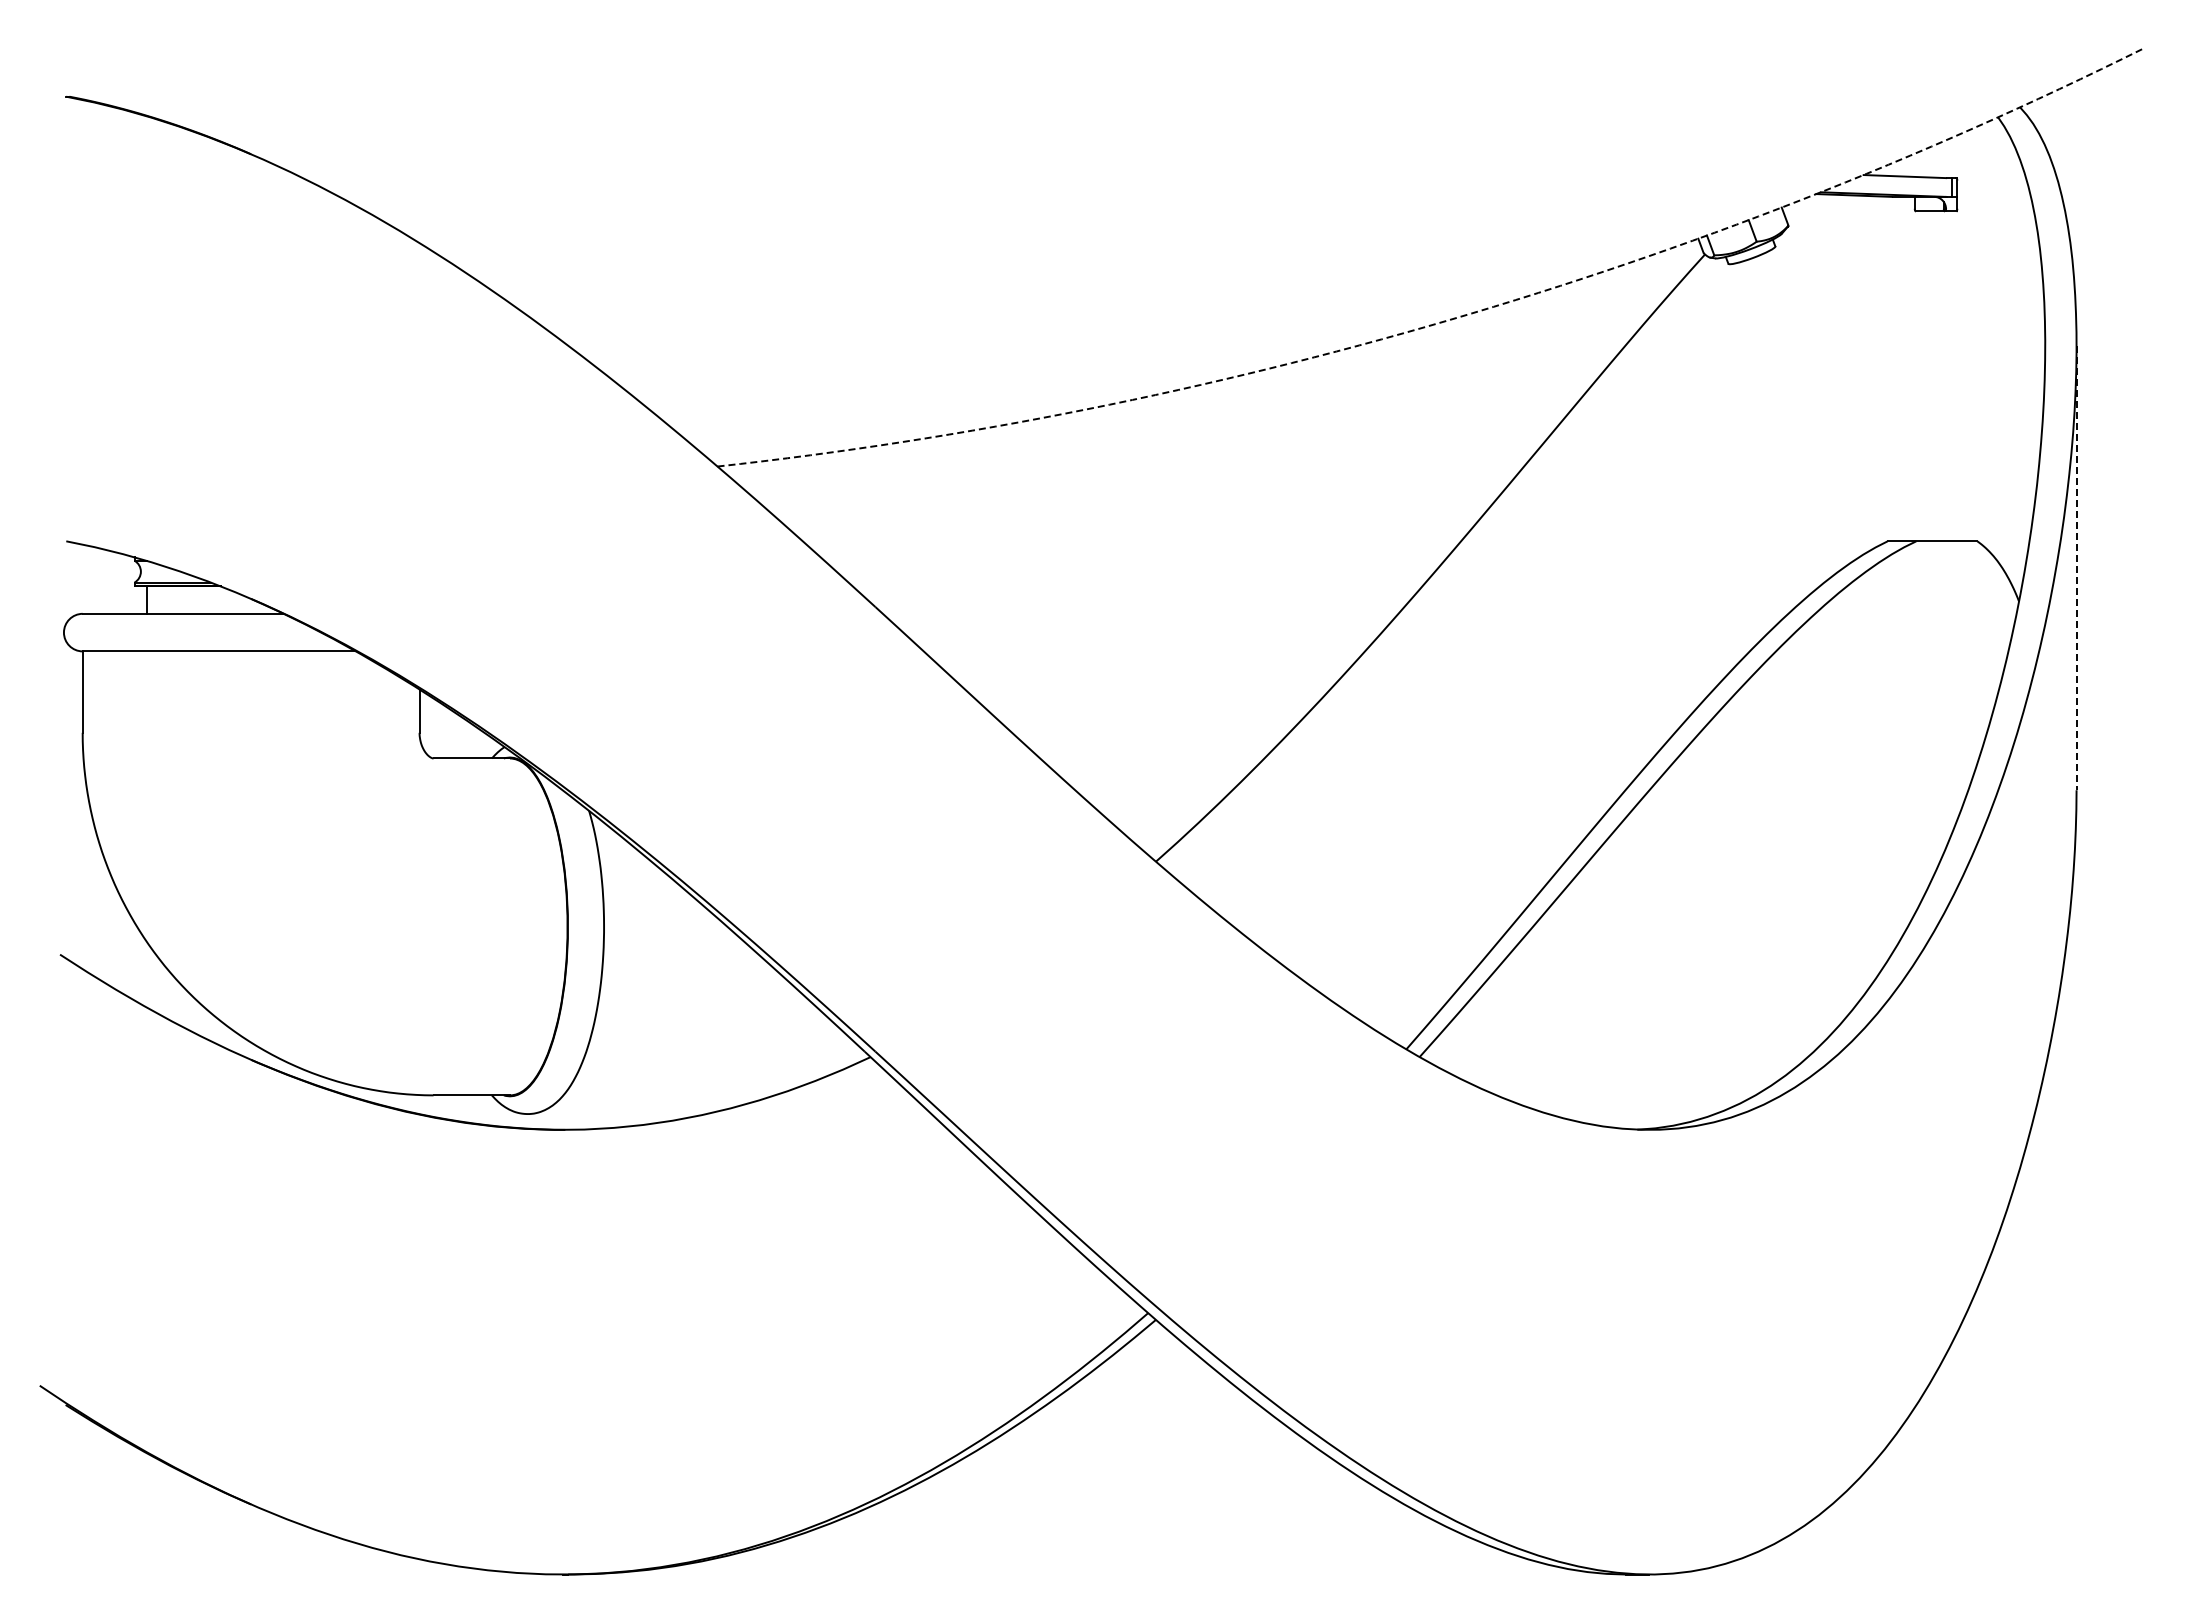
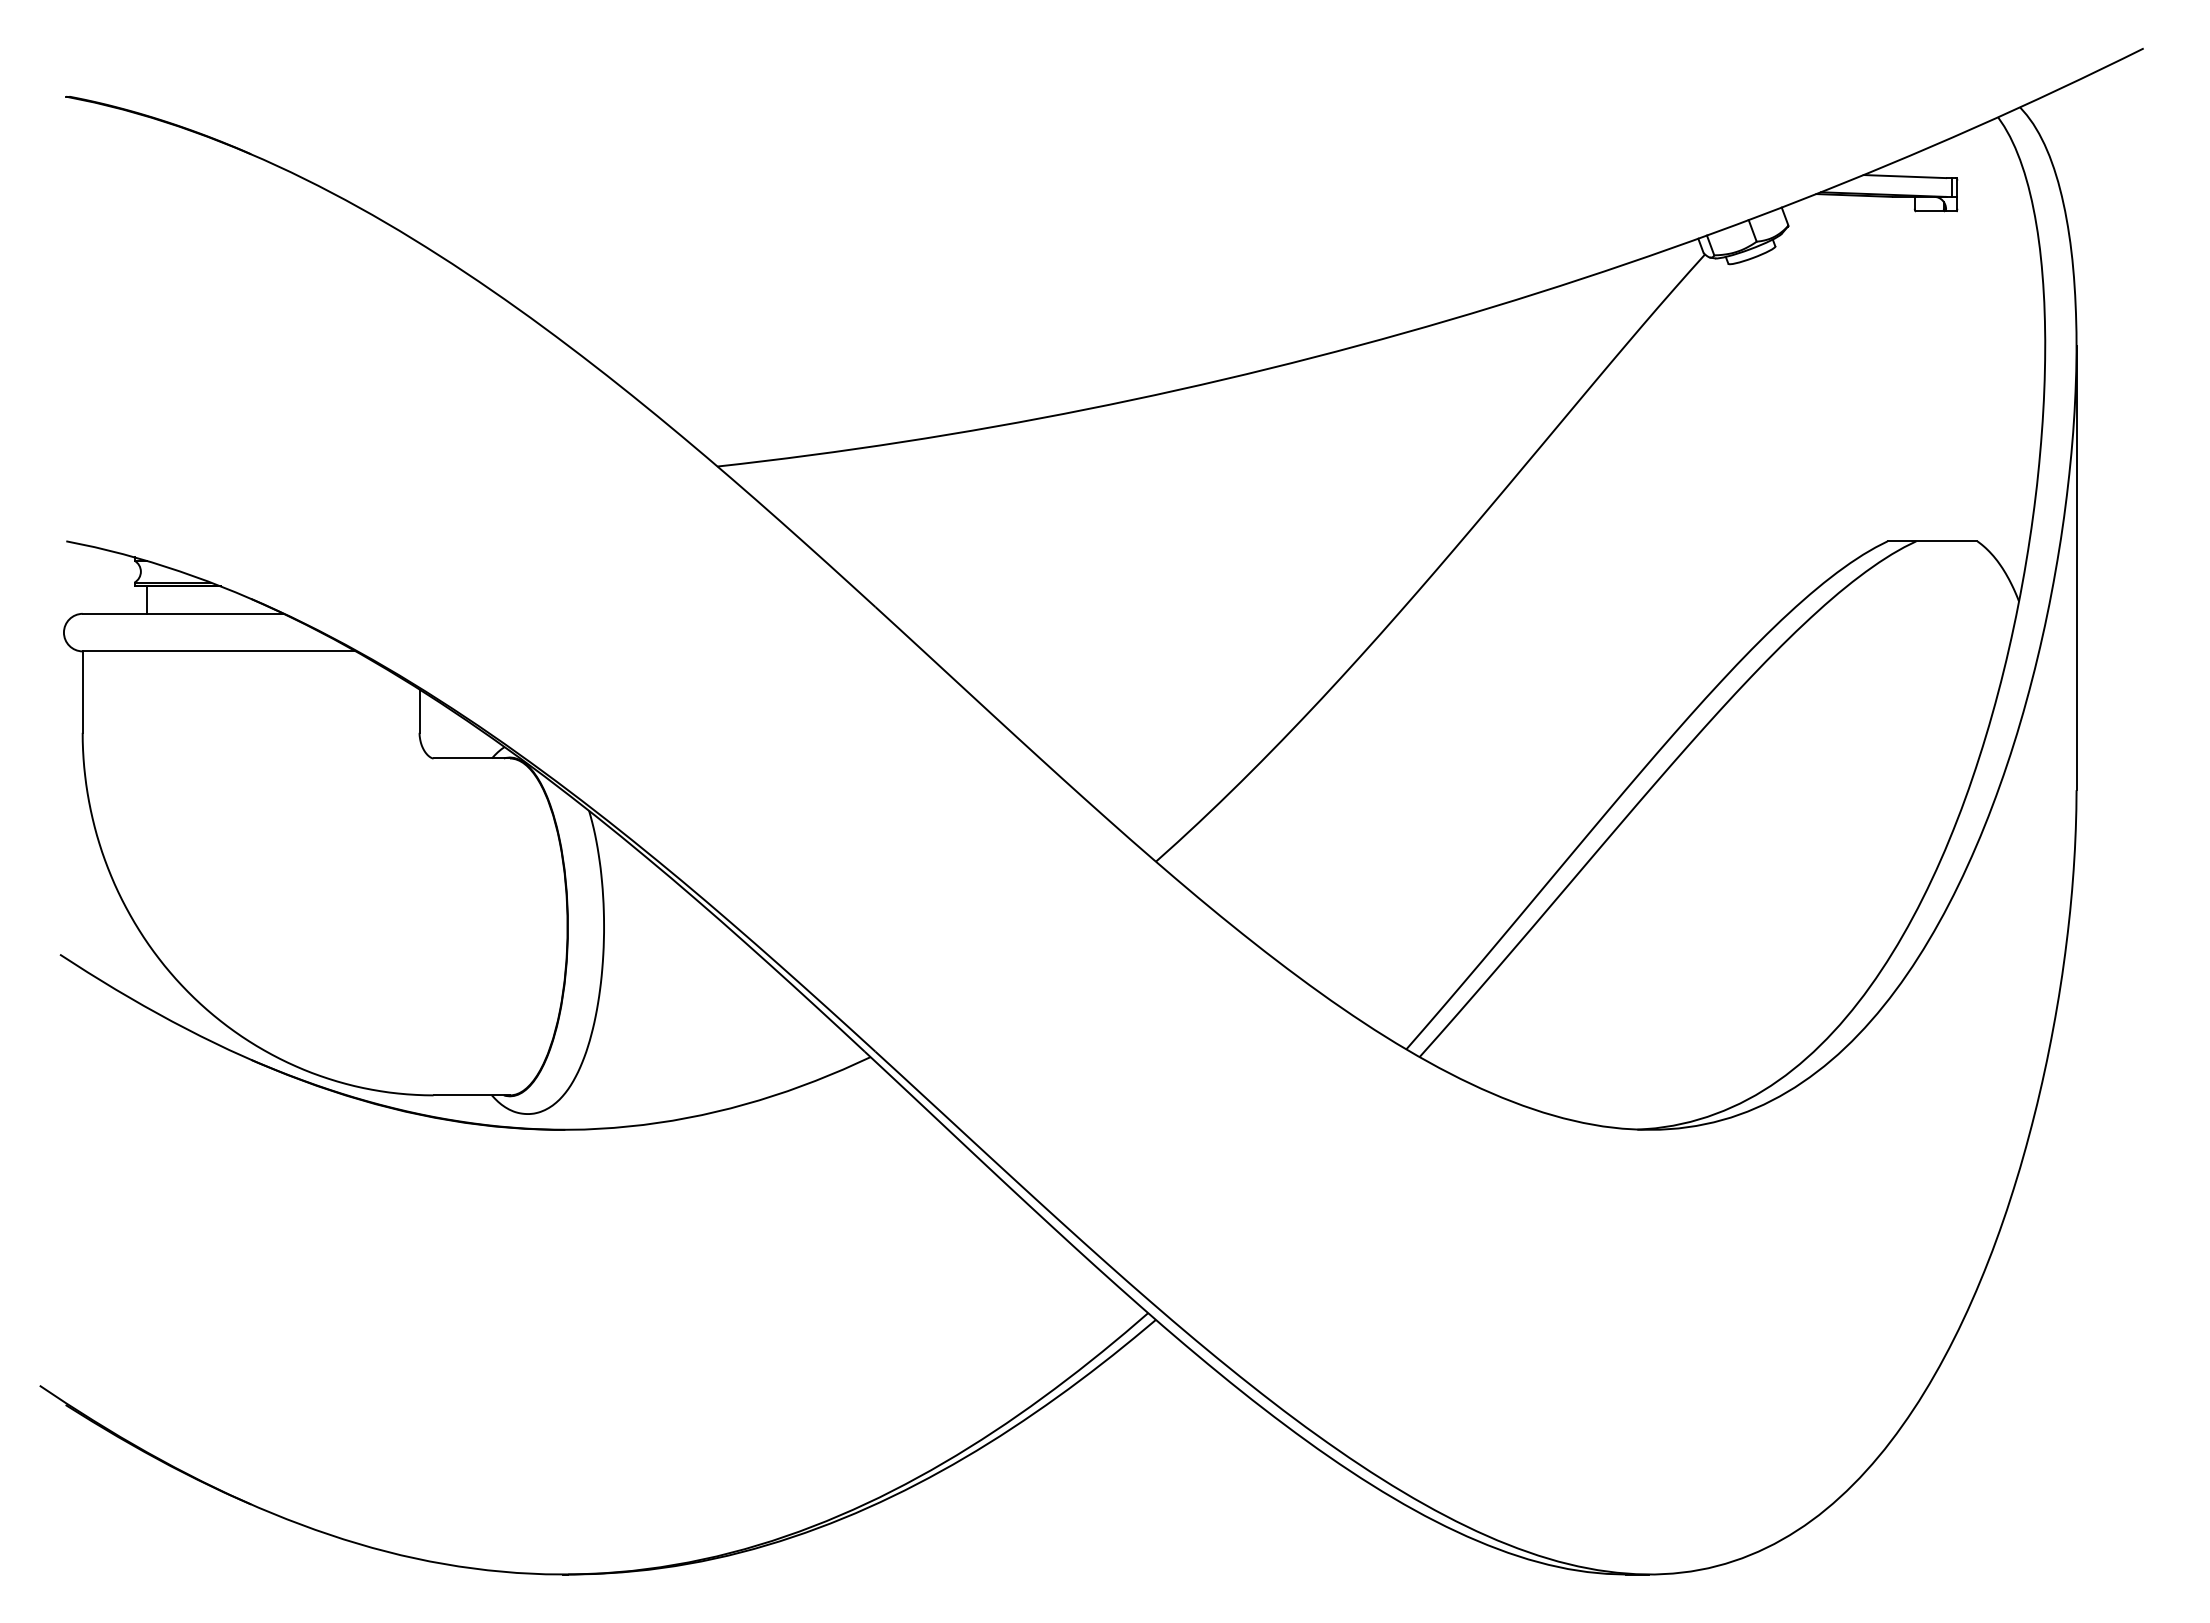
arc at (1449, 320): dashed -> solid
line at (2076, 568): dashed -> solid
